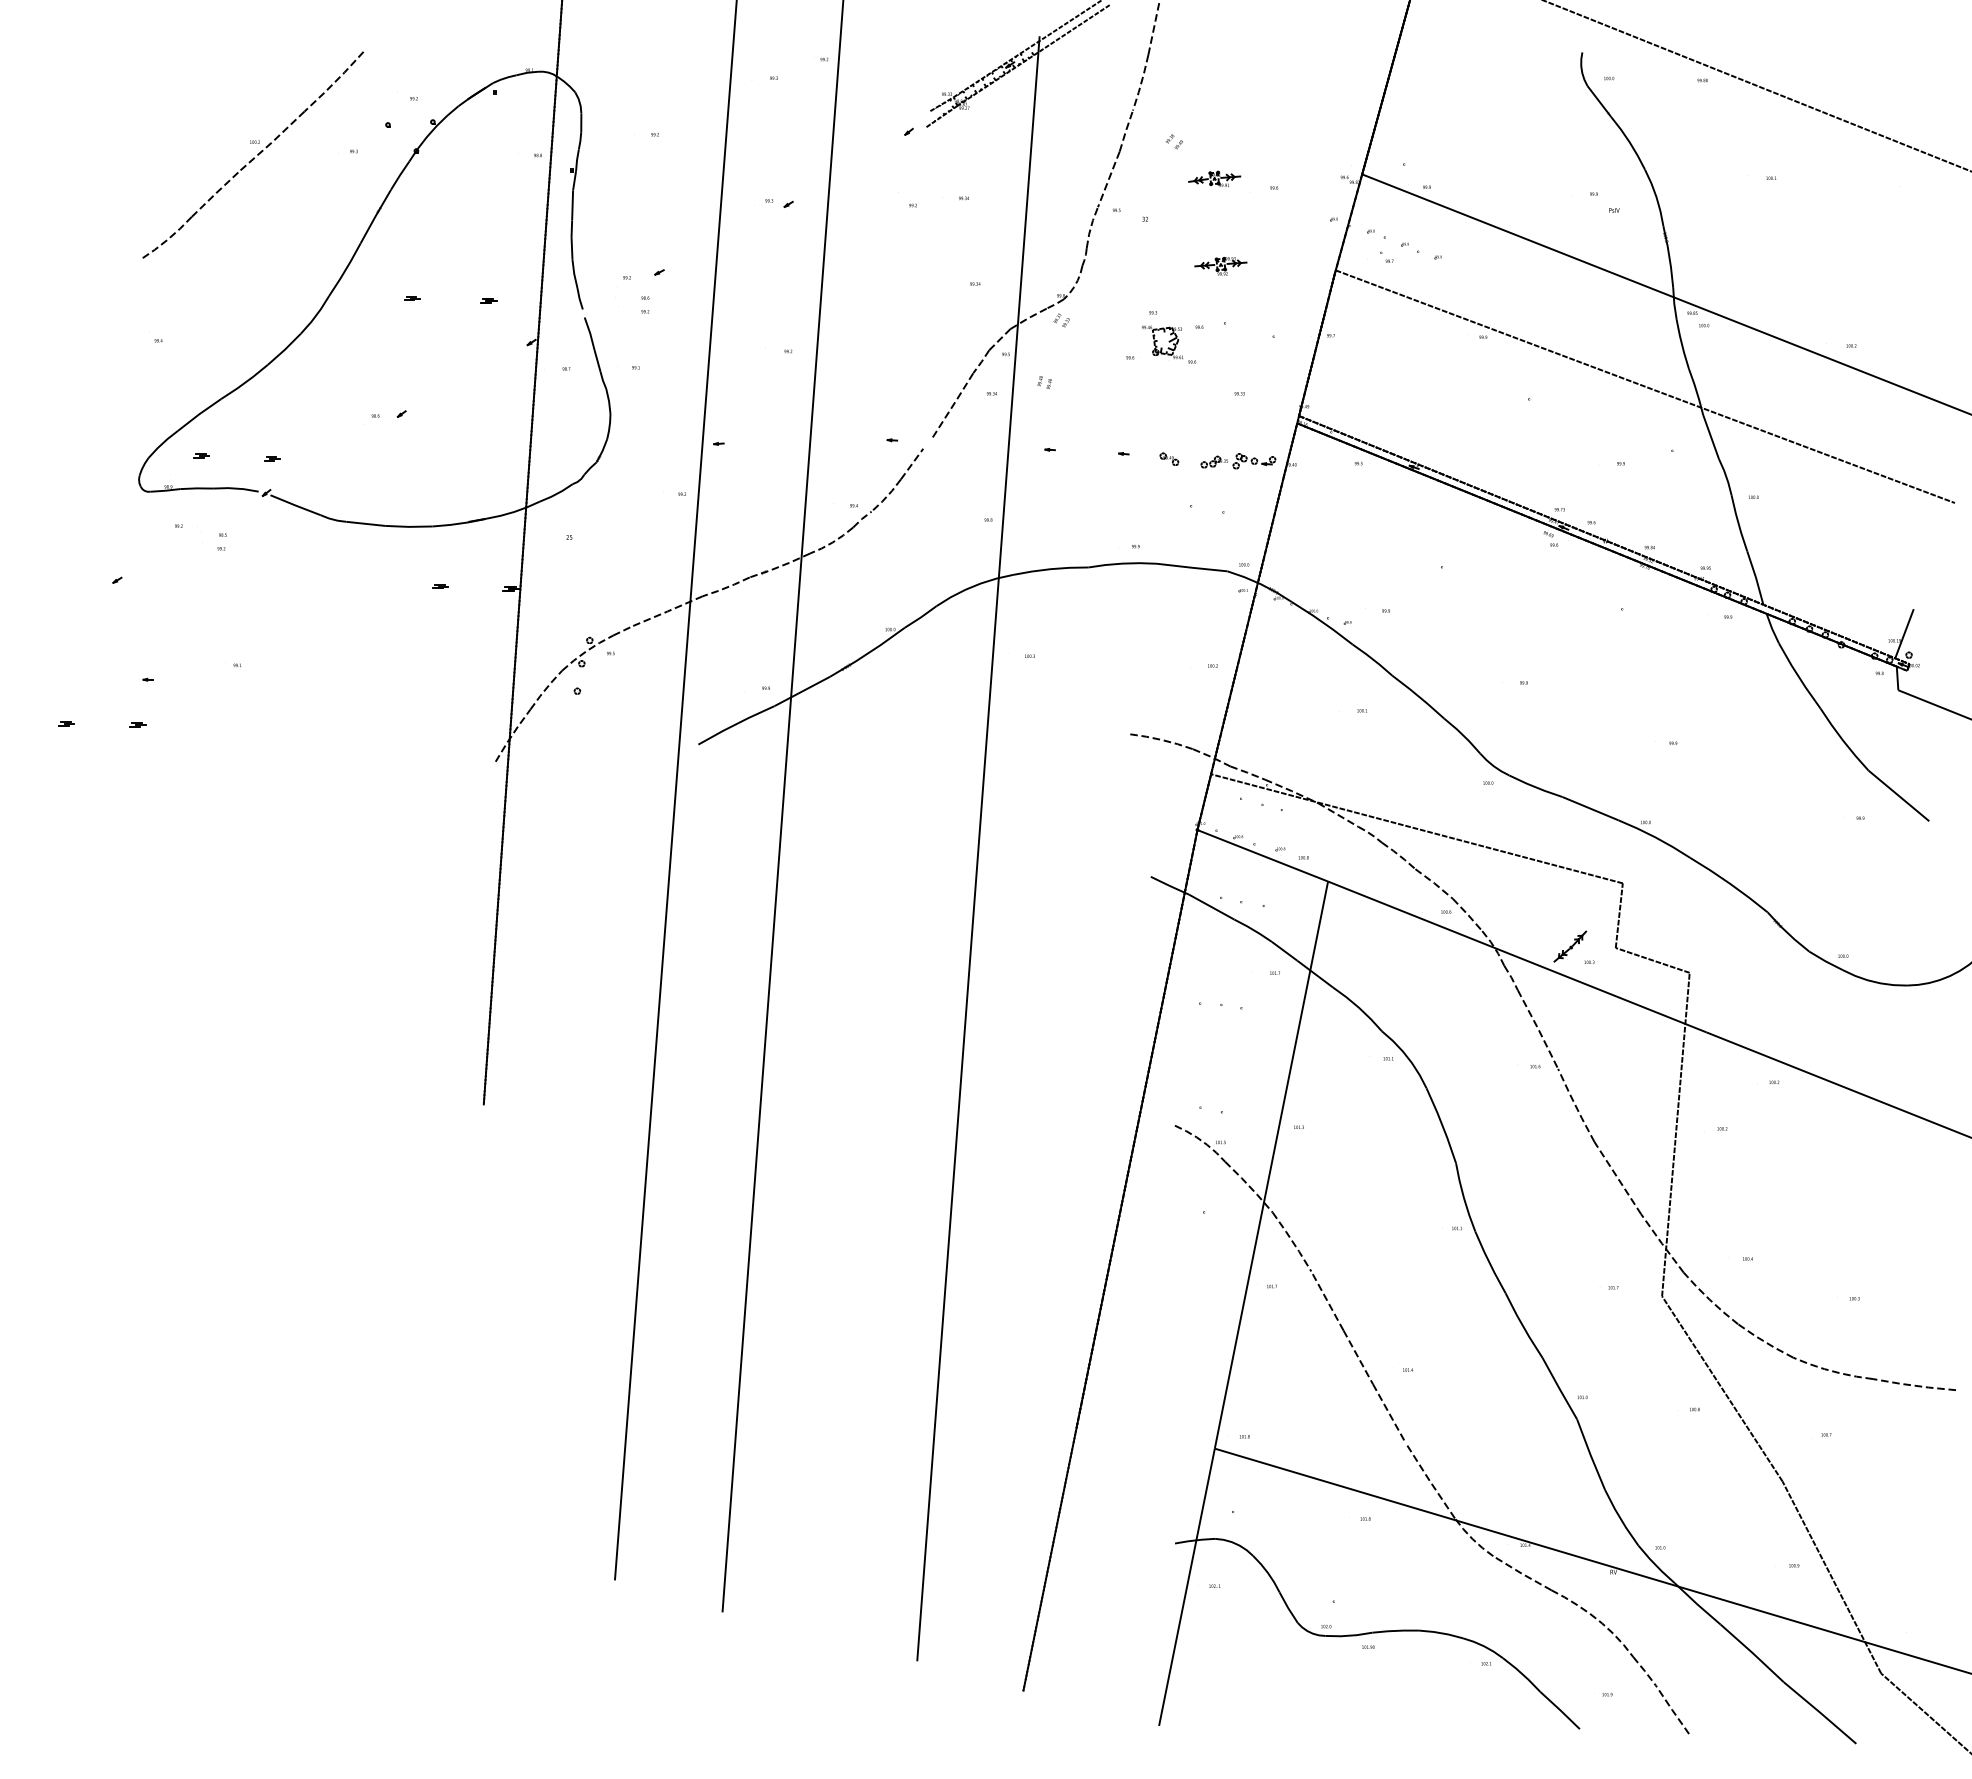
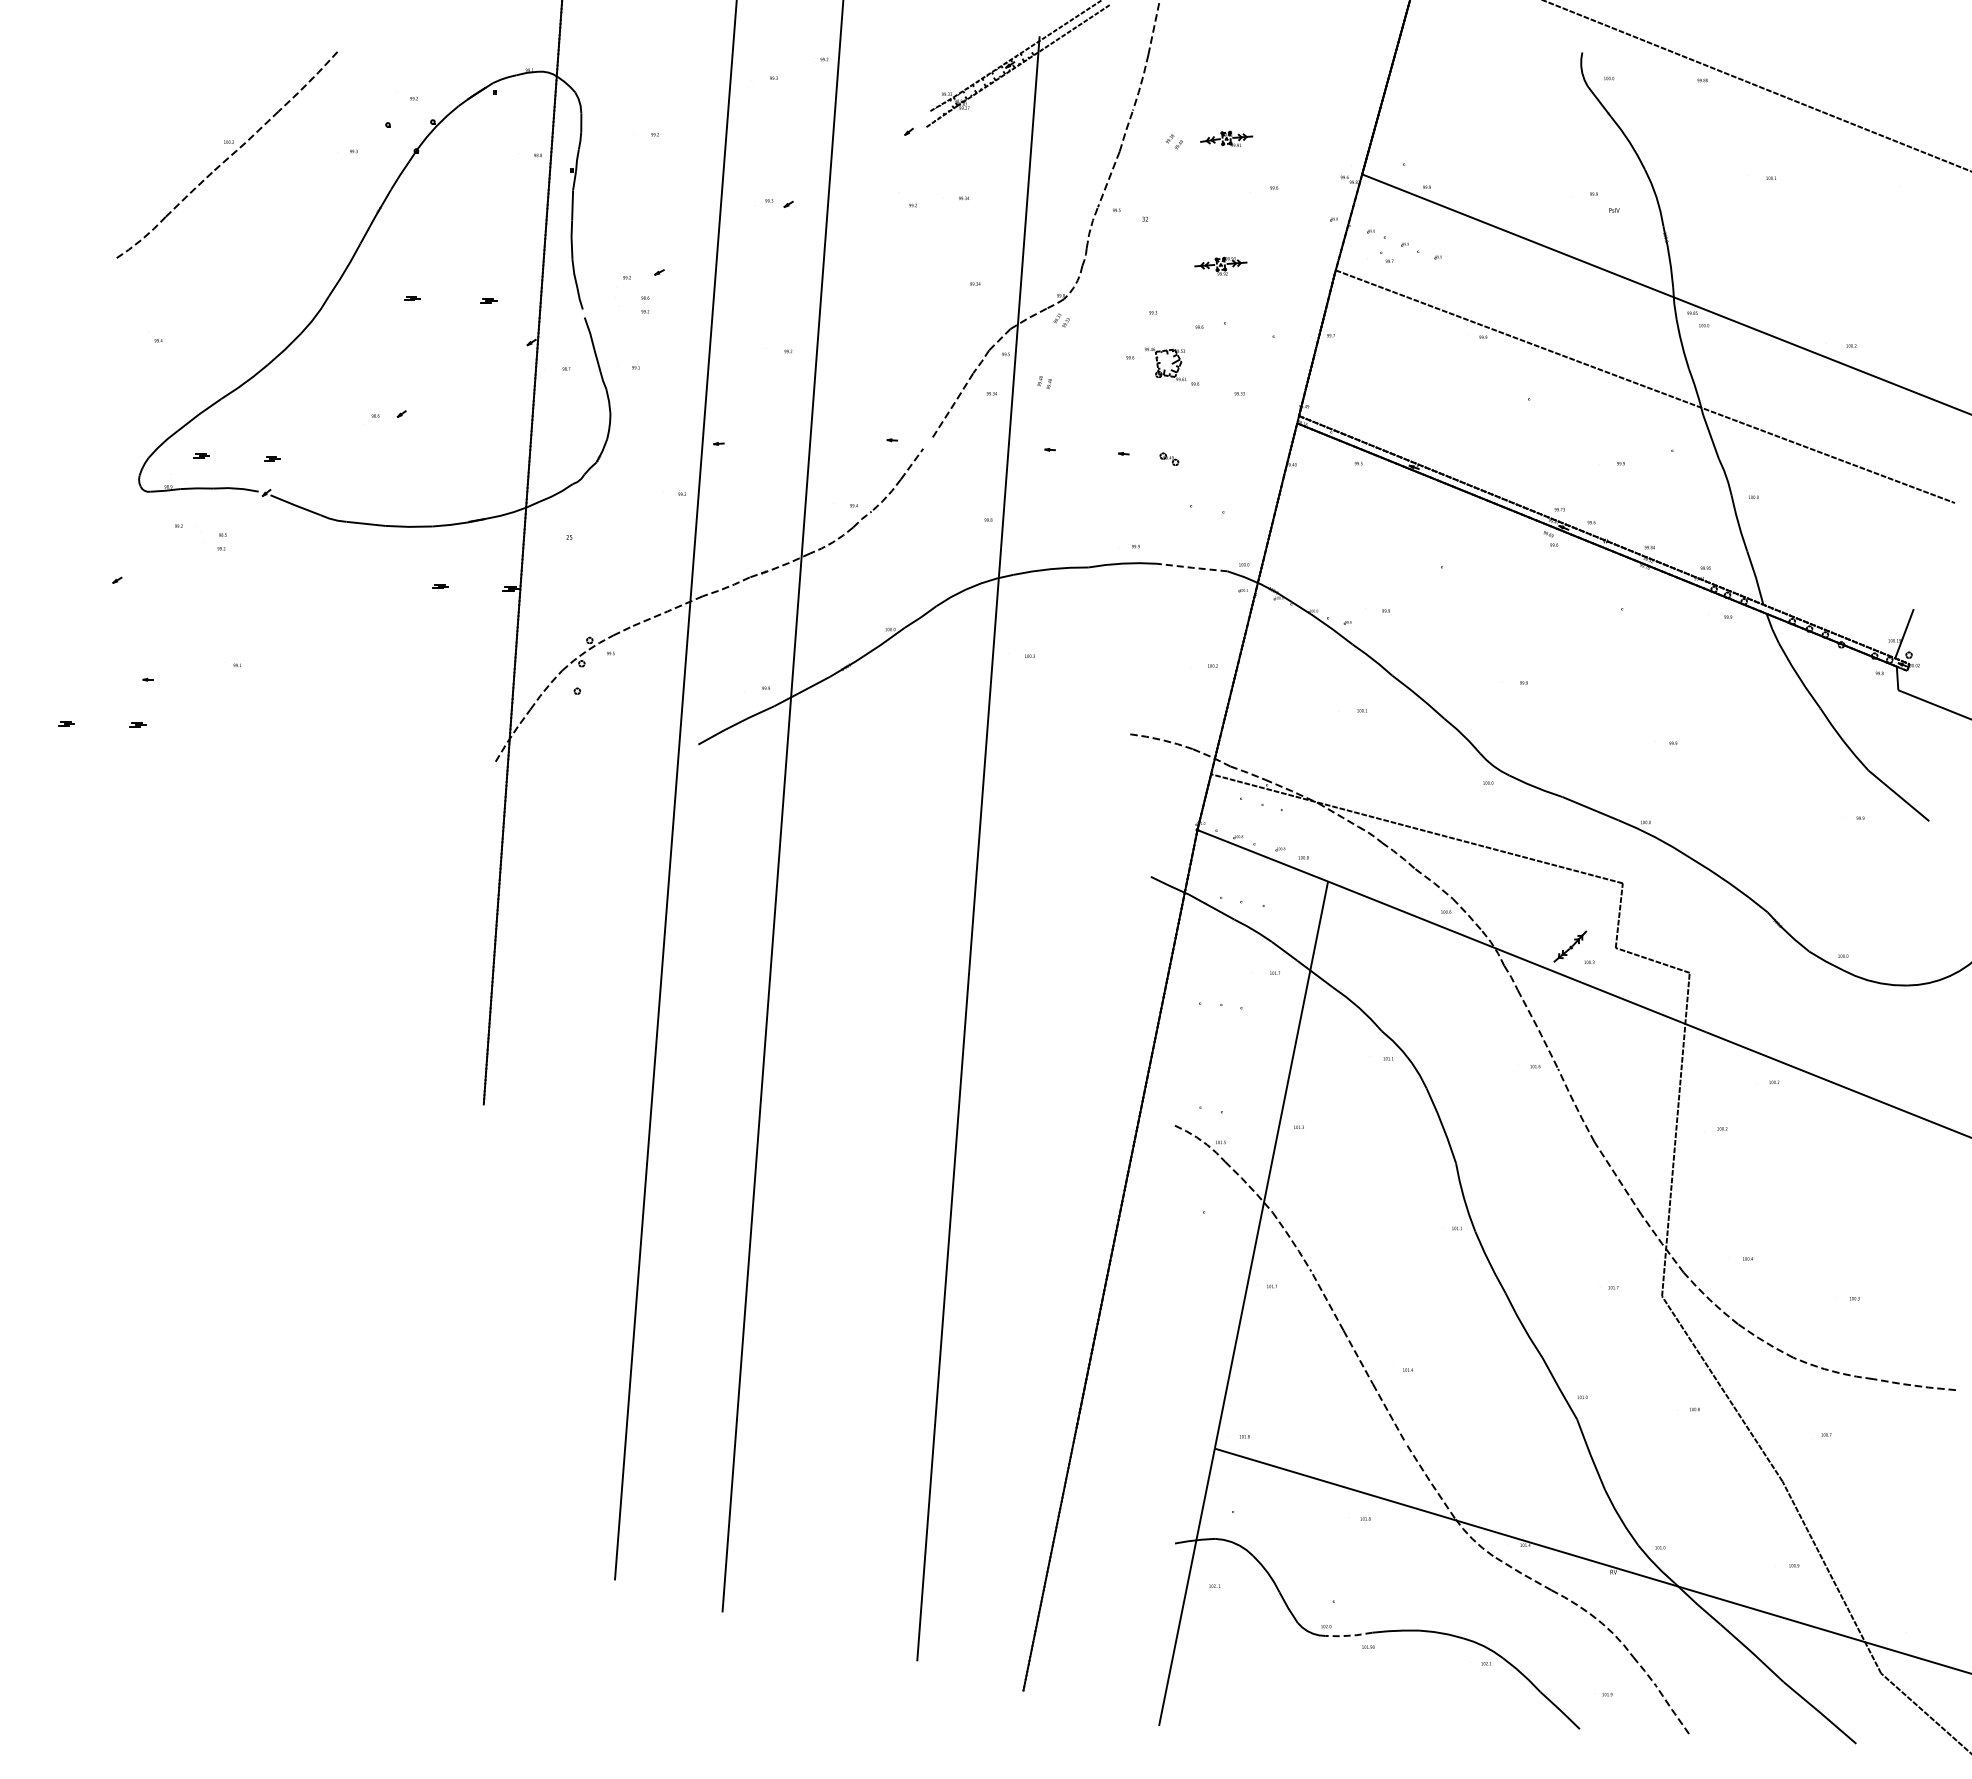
part at (252, 154) position: (252, 154) -> (226, 154)
part at (1214, 178) position: (1214, 178) -> (1226, 138)
part at (1169, 344) position: (1169, 344) -> (1172, 366)
part at (1238, 461): present -> none
line at (1192, 567): solid -> dashed
line at (1348, 1635): solid -> dashed
